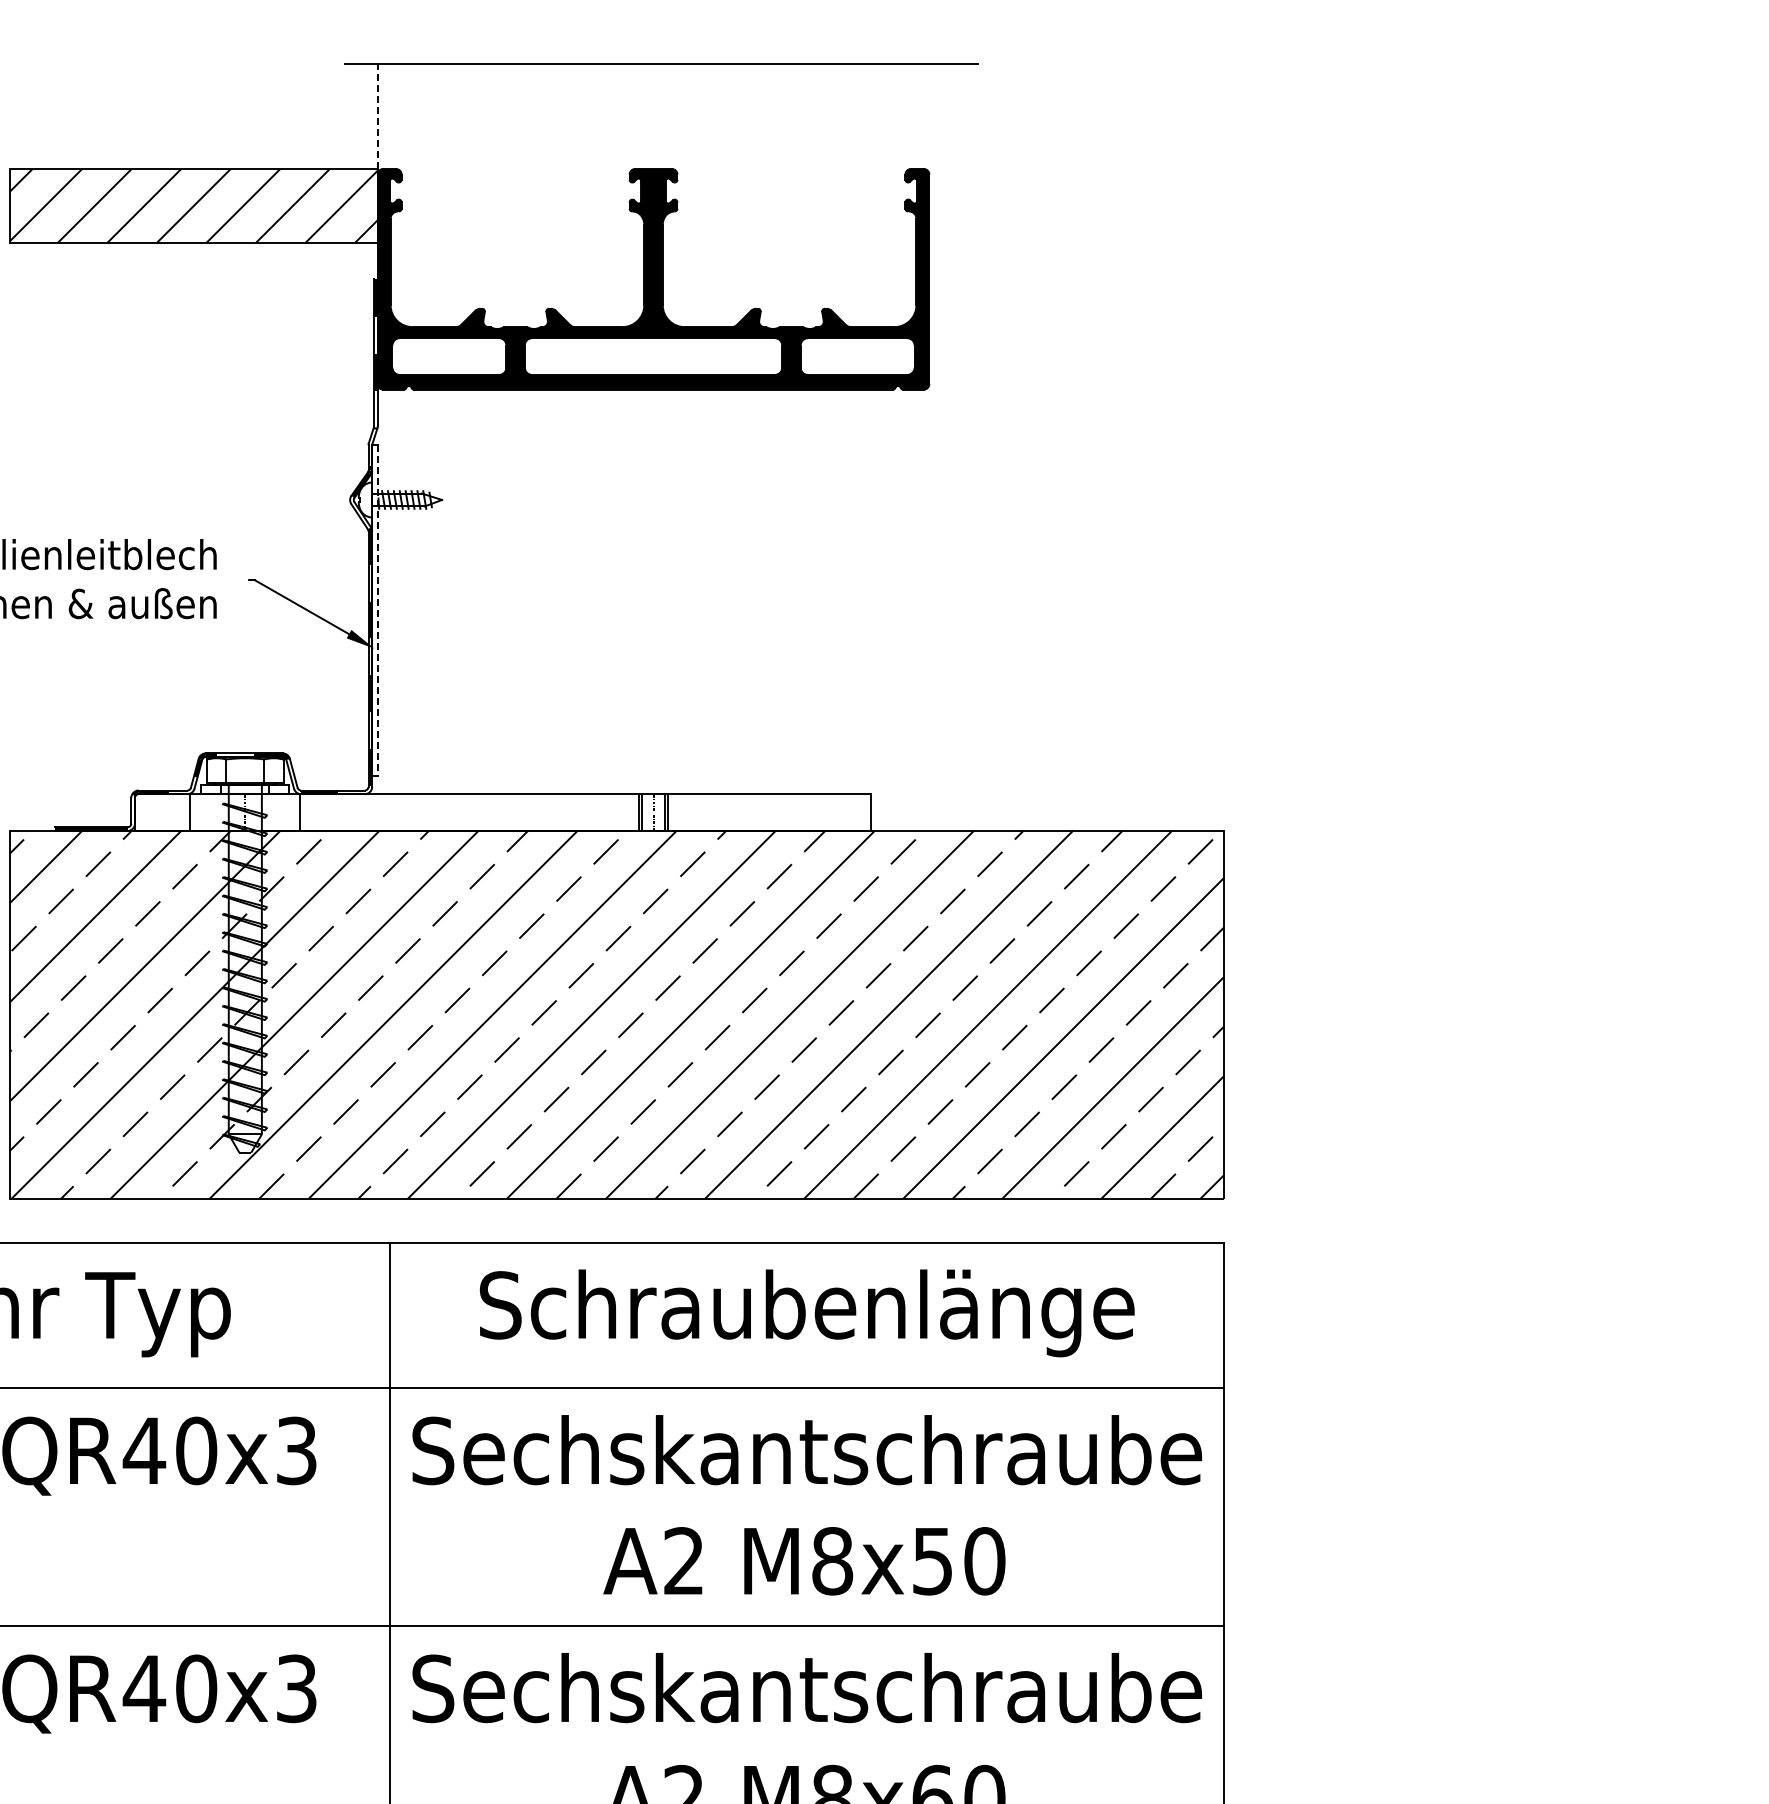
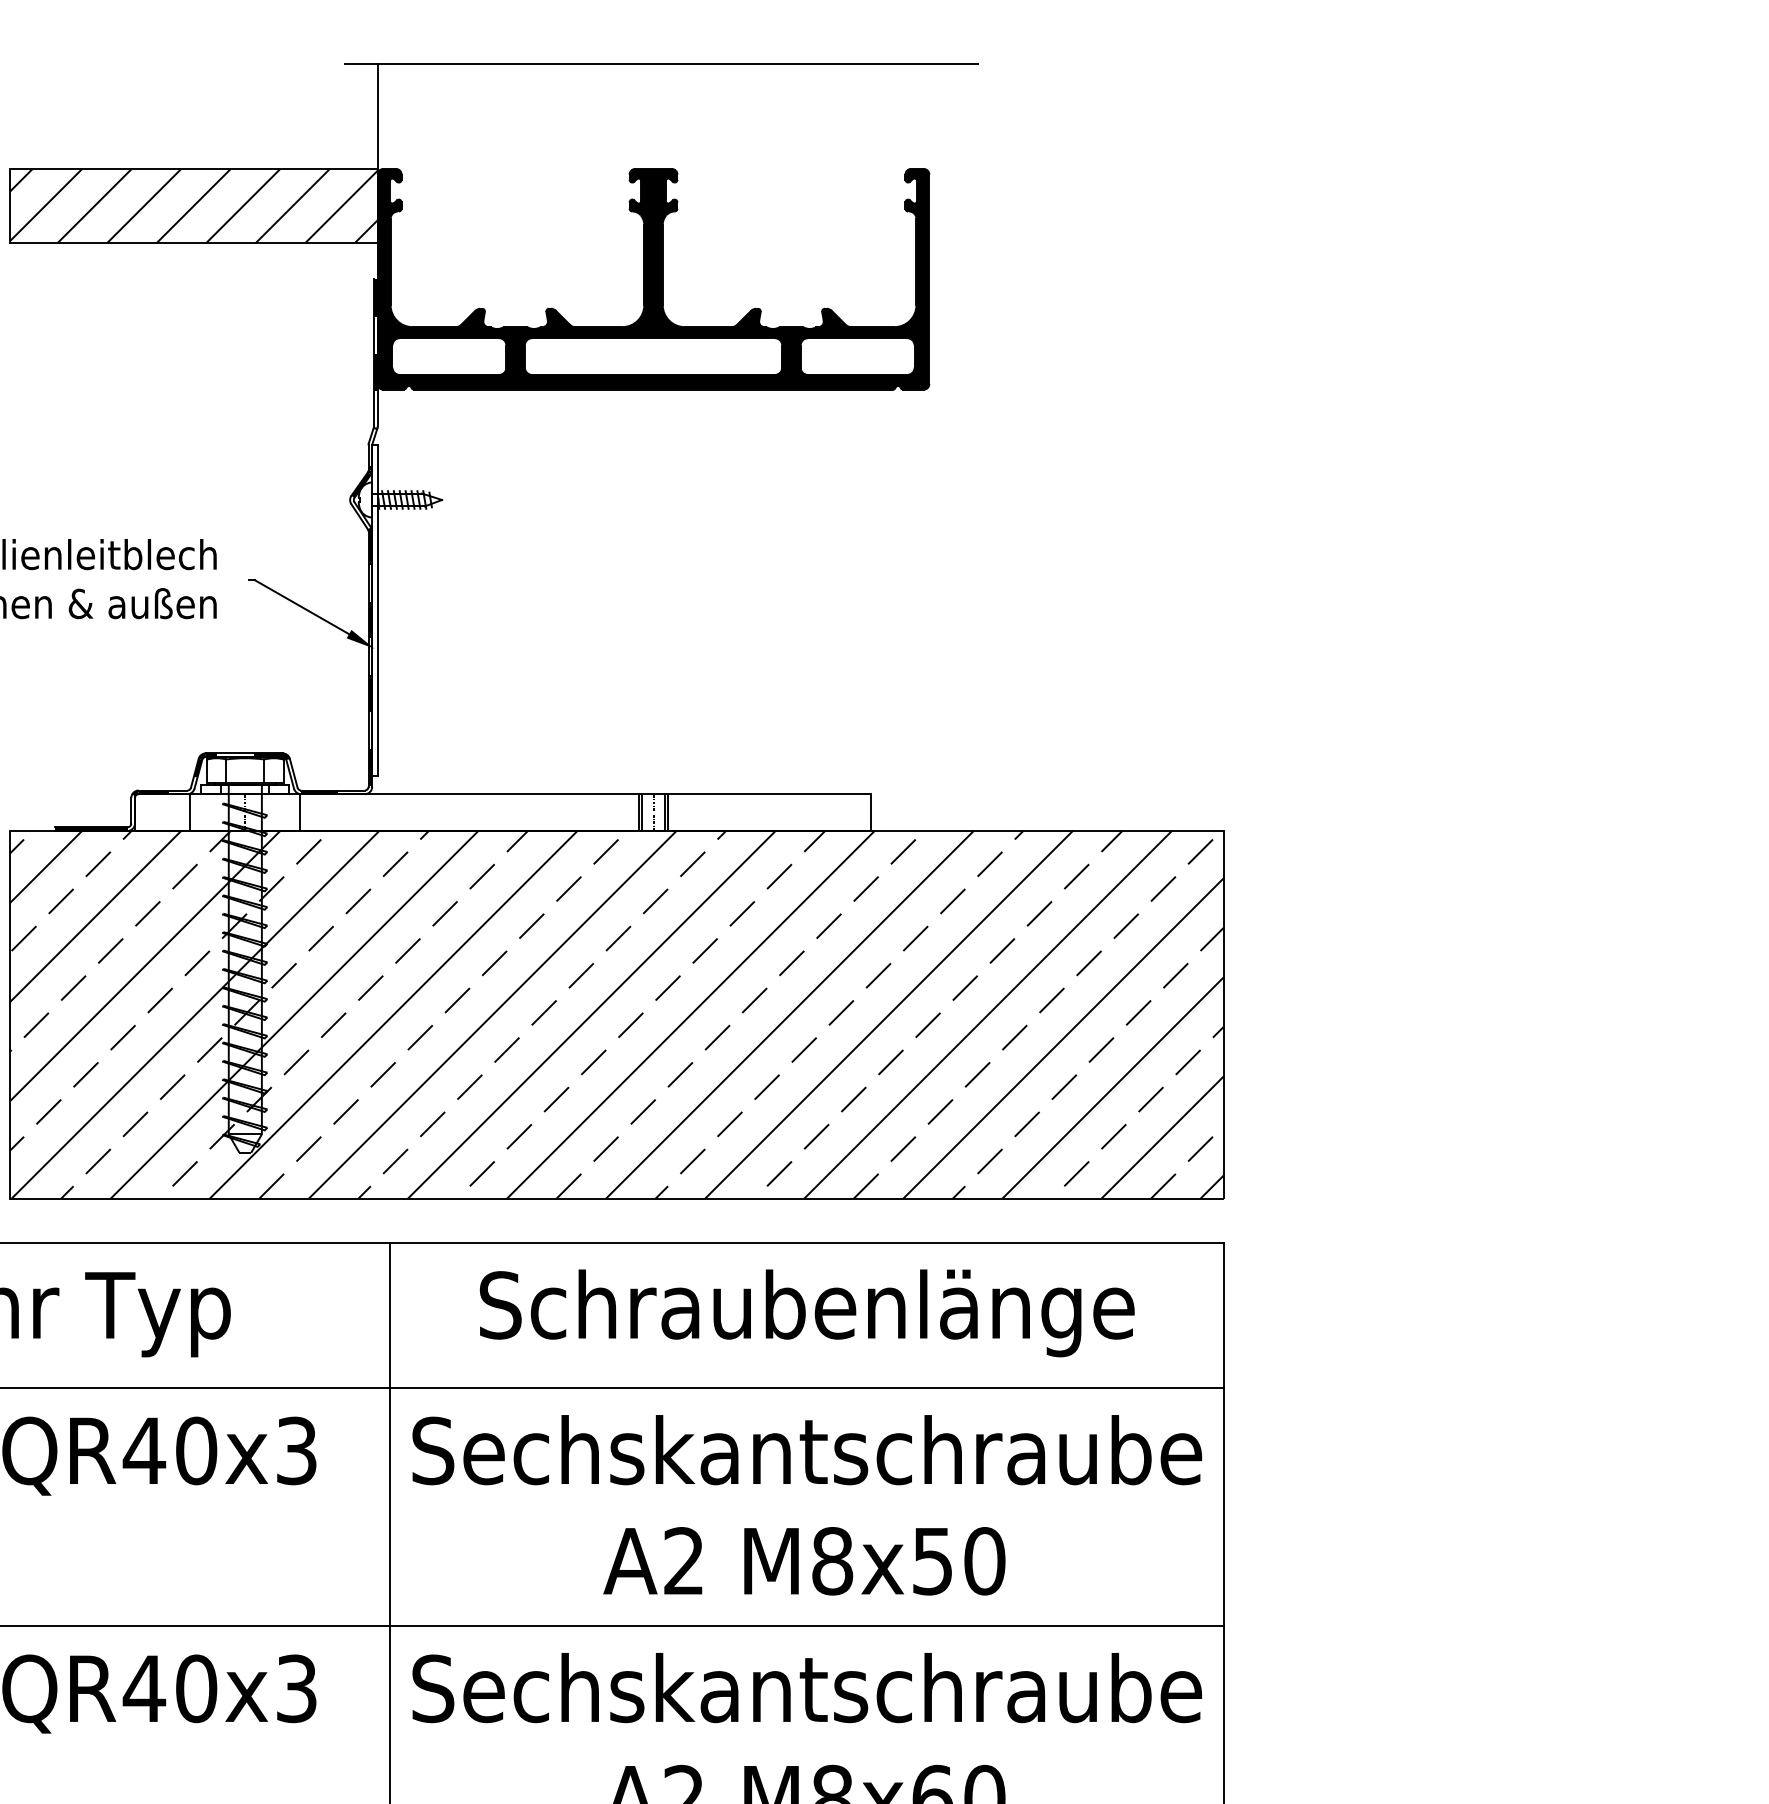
line at (377, 116): dashed -> solid
line at (377, 610): dashed -> solid
